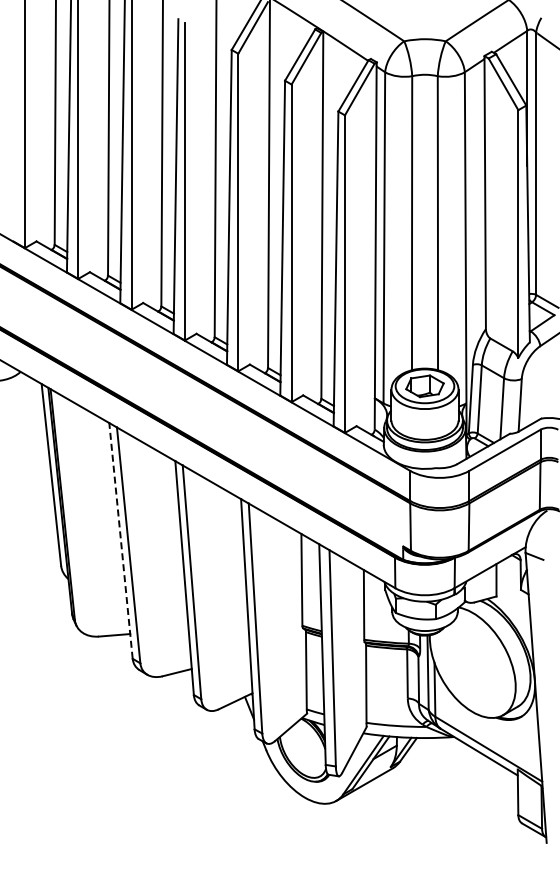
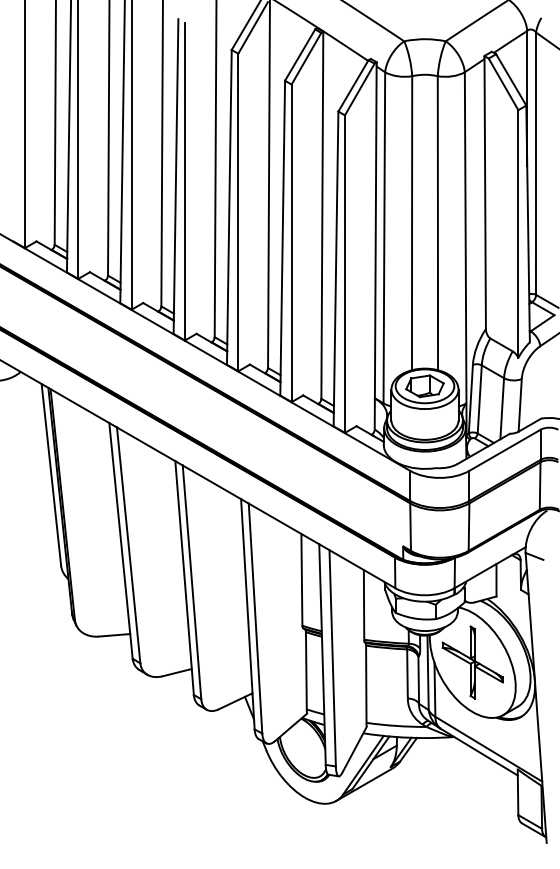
line at (120, 540): dashed -> solid
part at (472, 662): none -> present
